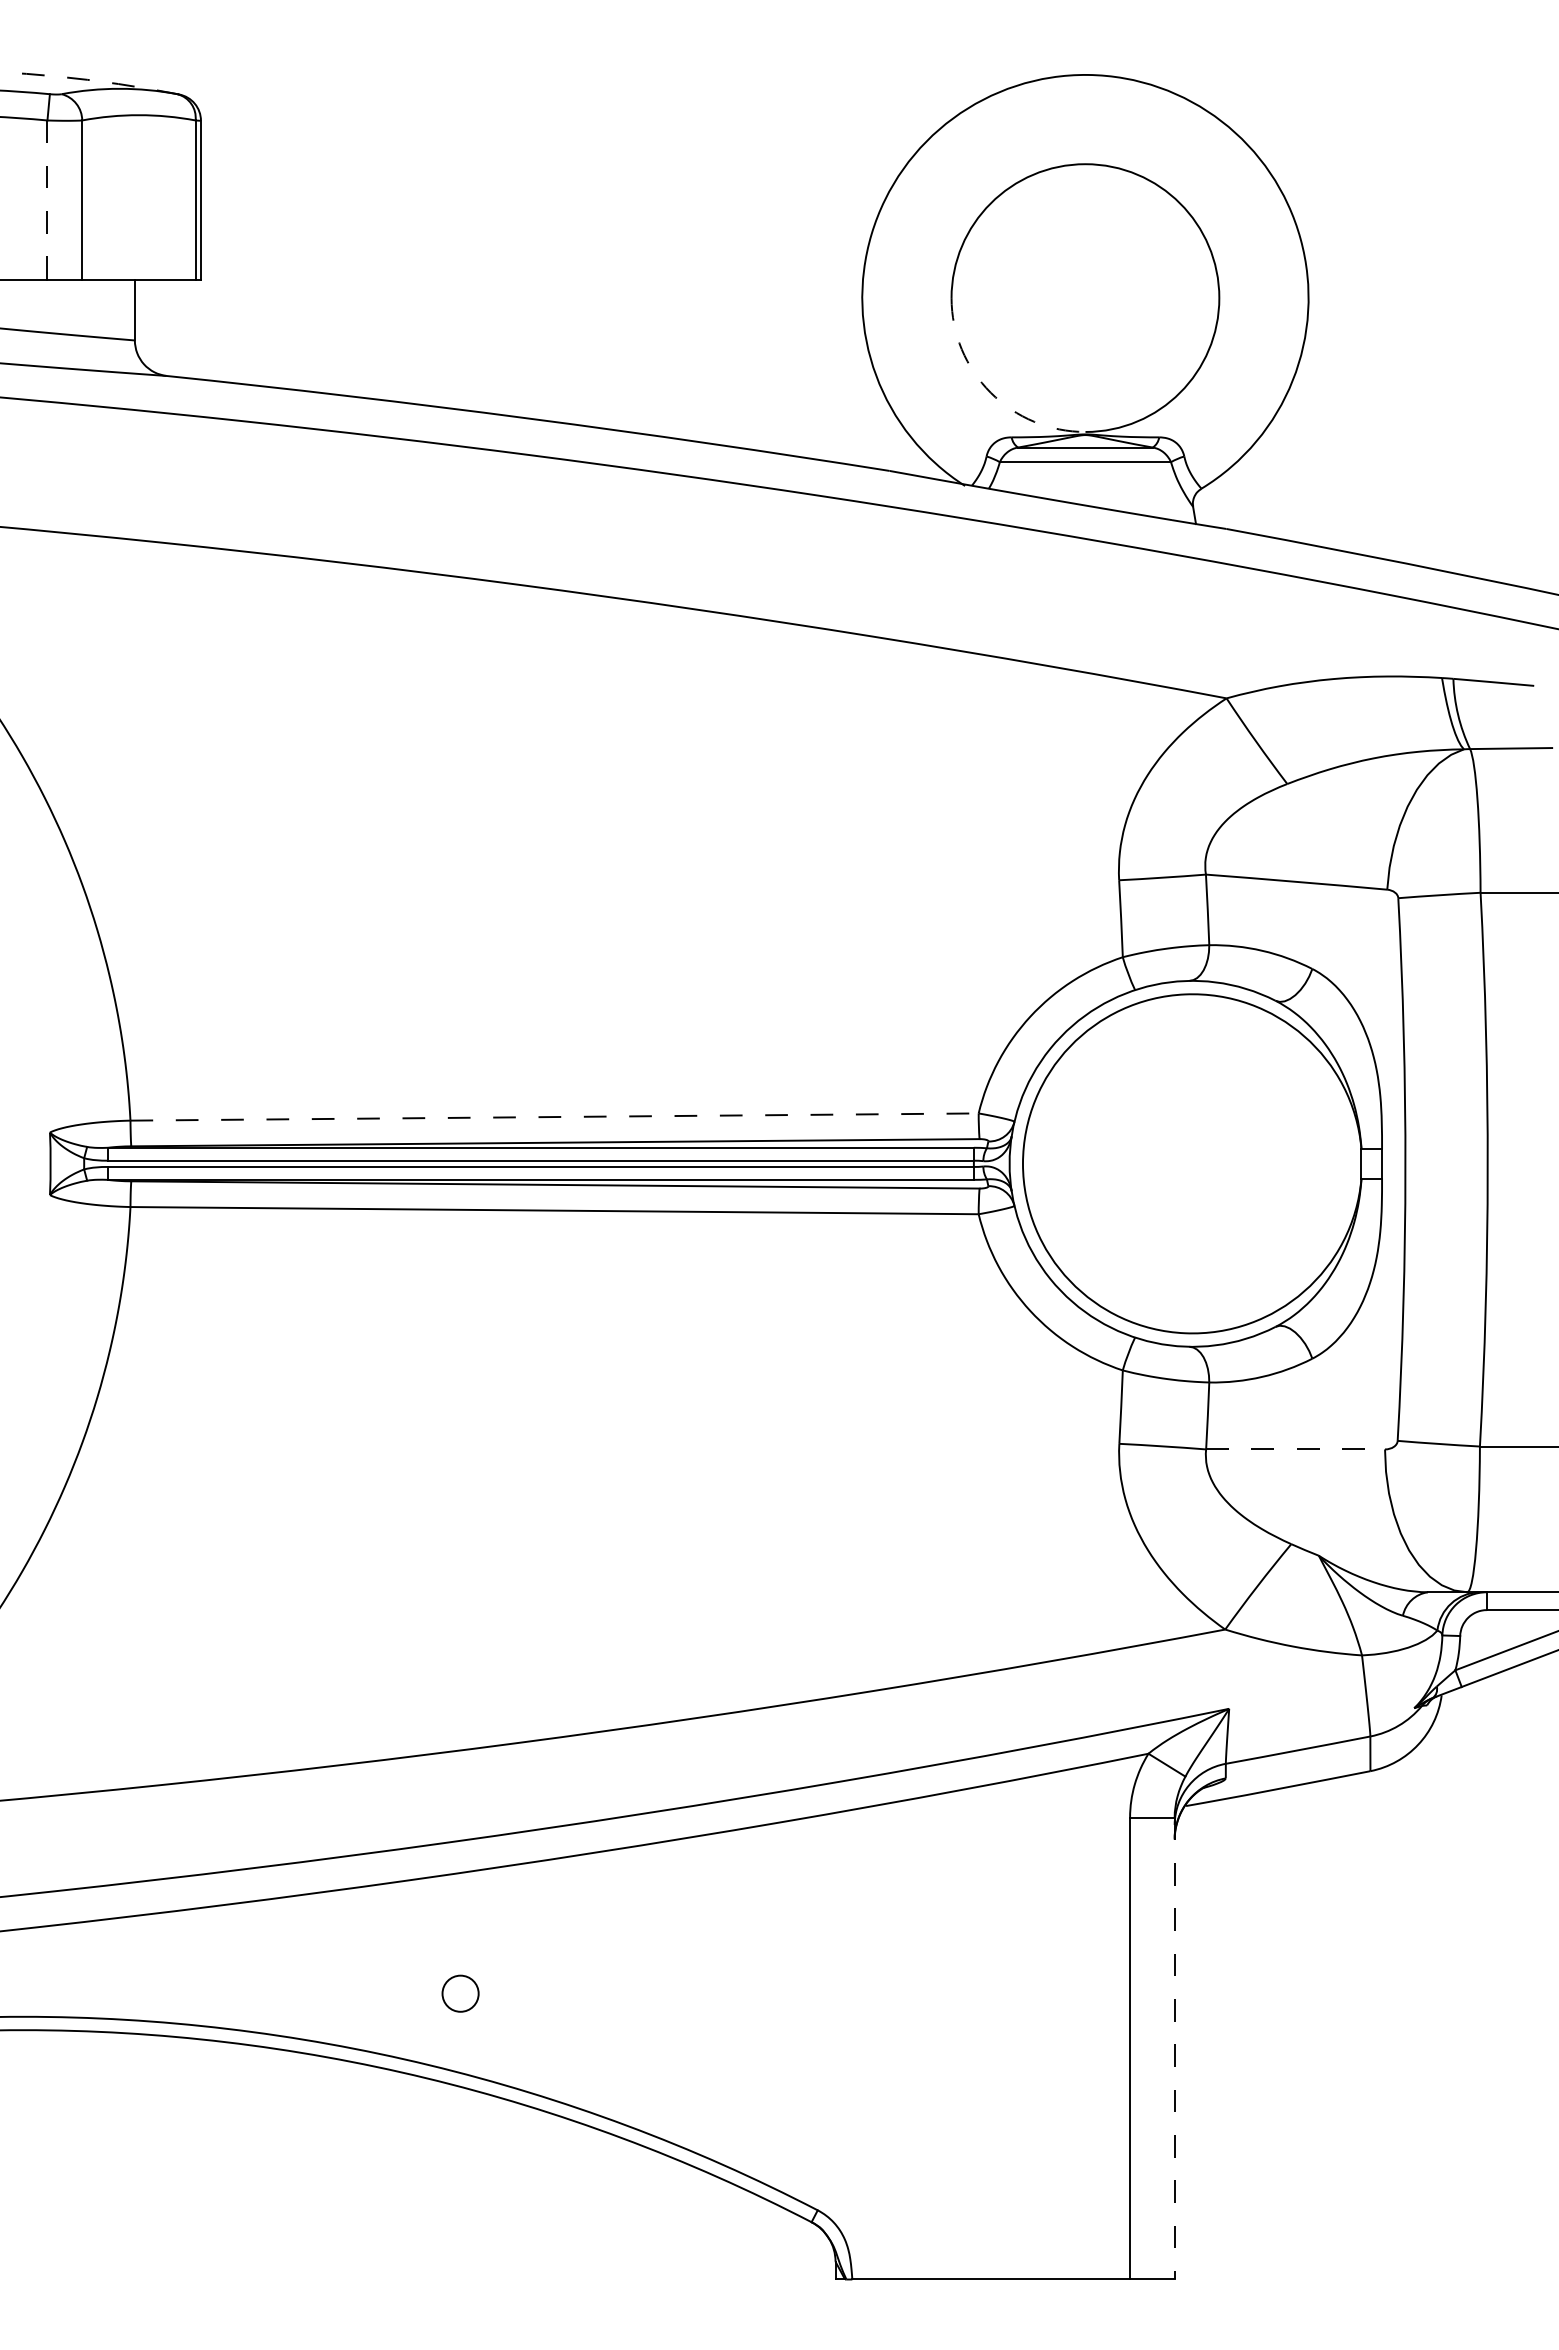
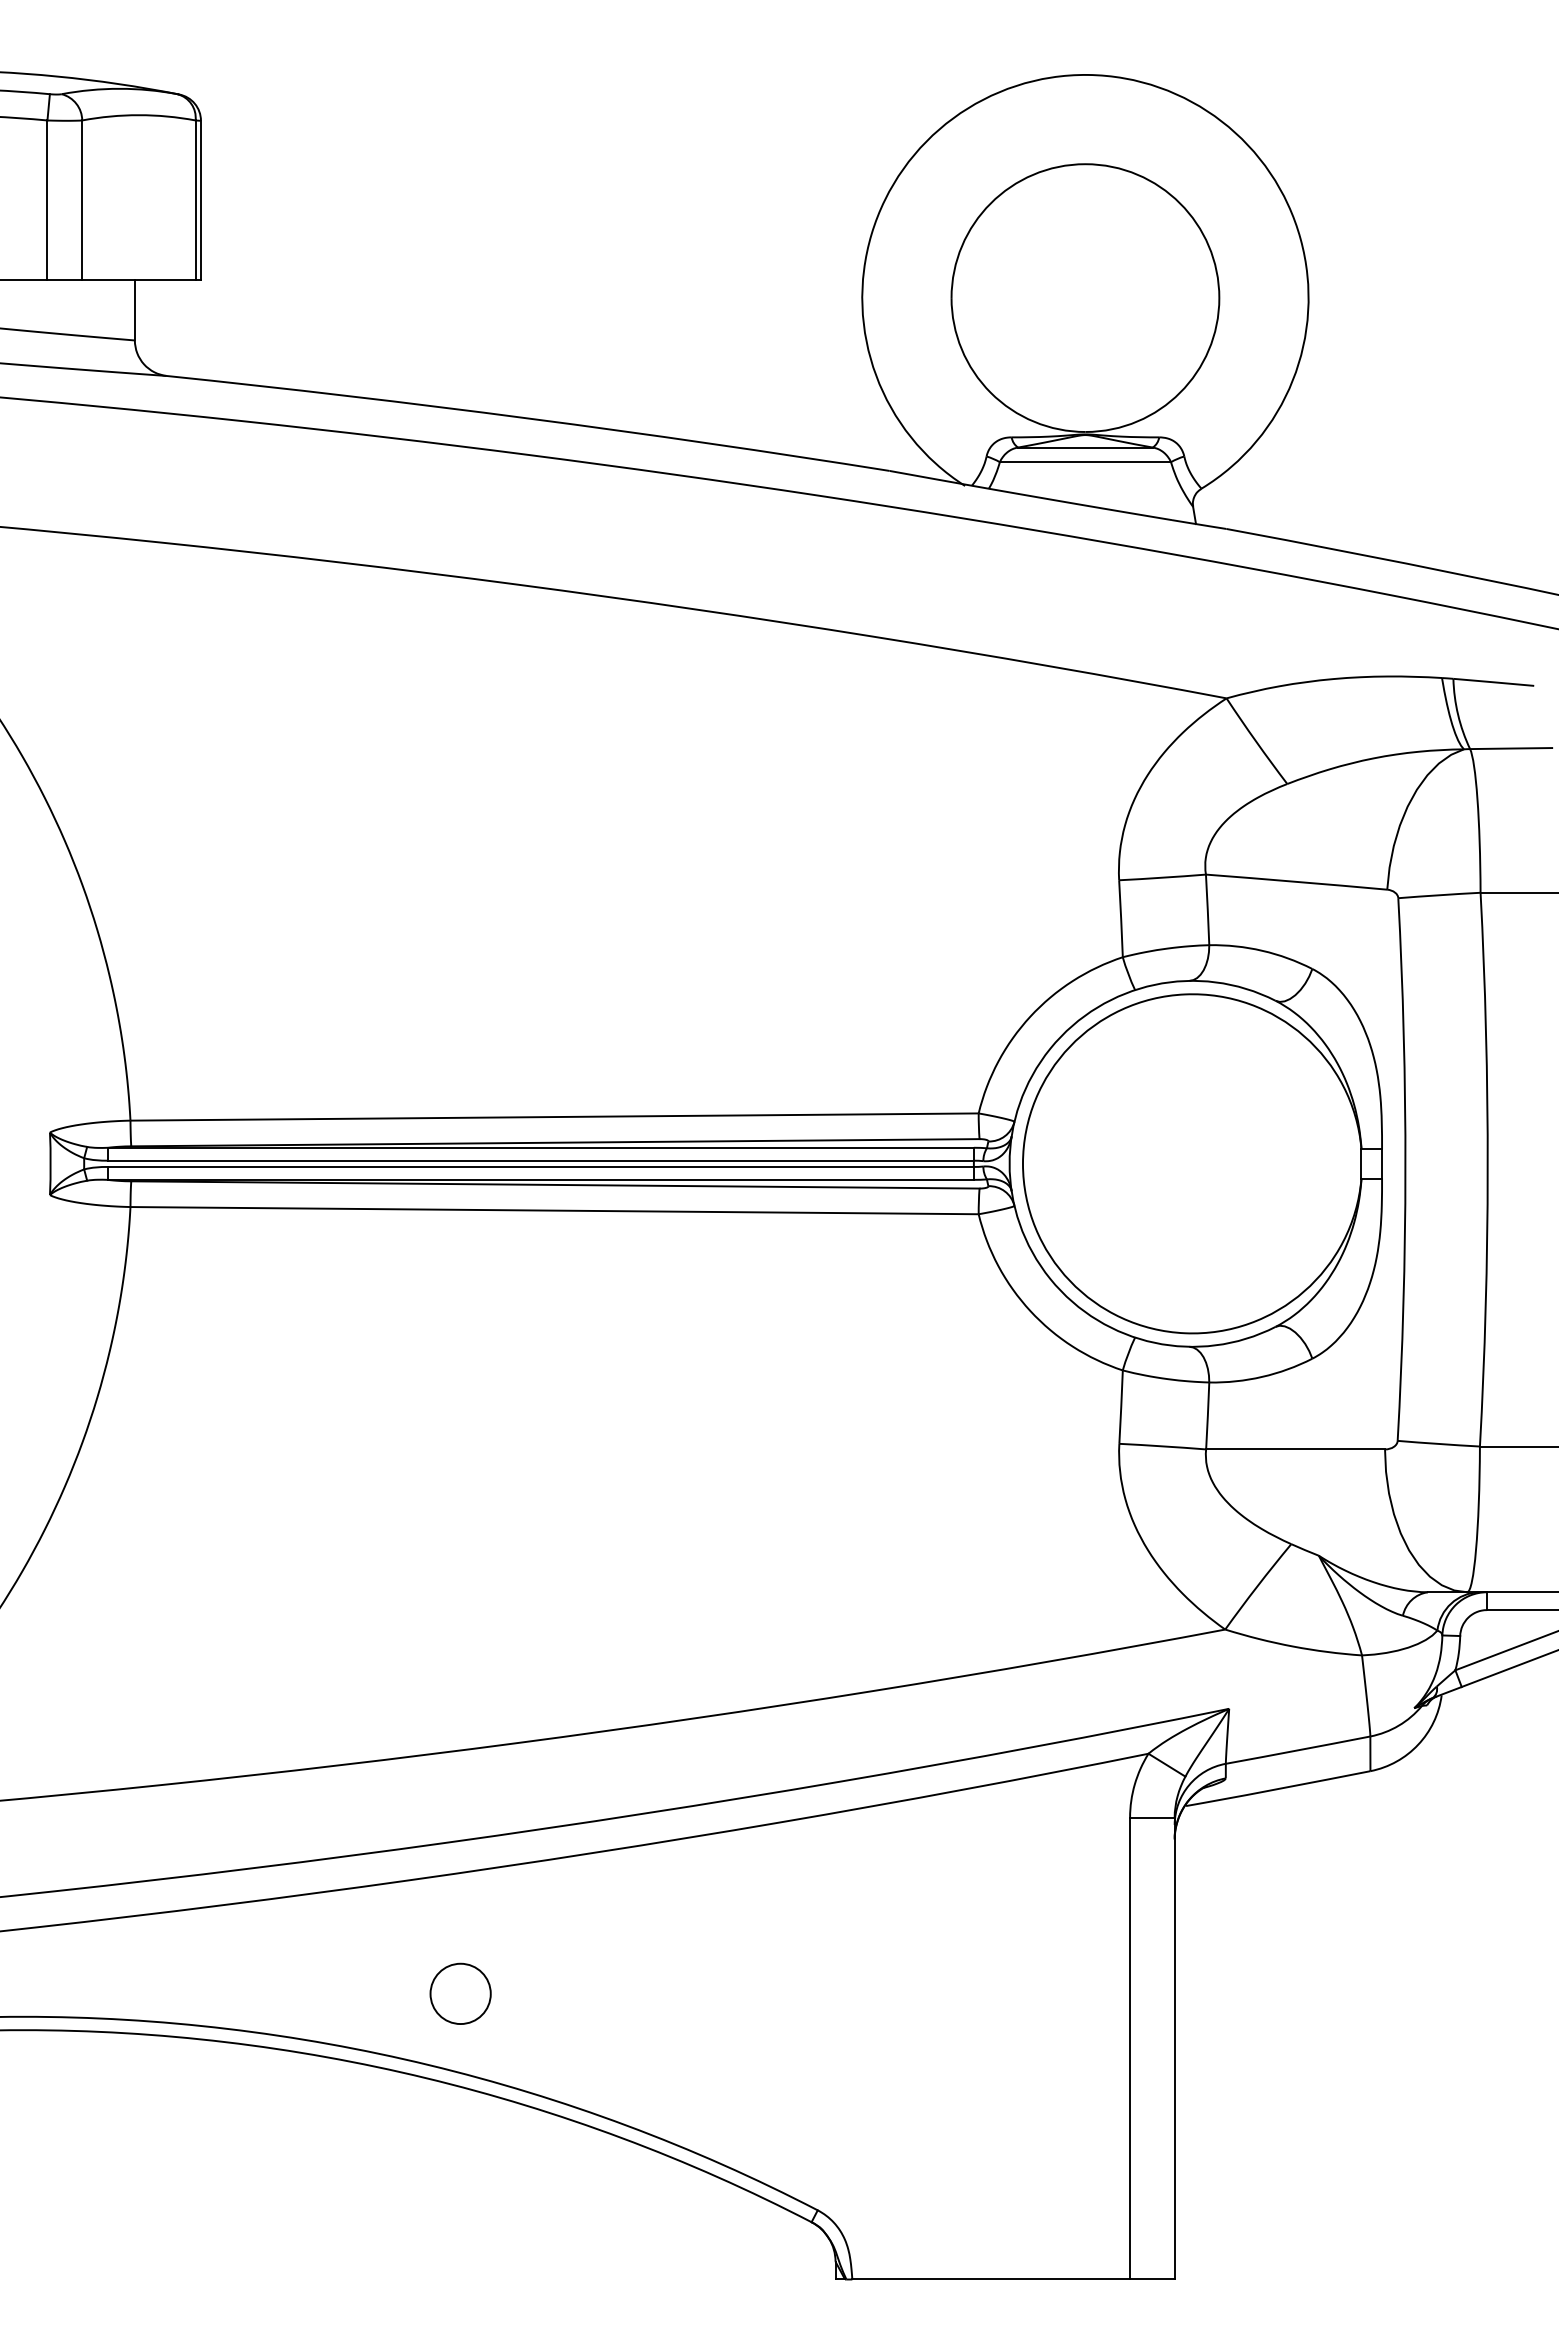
arc at (89, 80): dashed -> solid
line at (47, 200): dashed -> solid
arc at (990, 392): dashed -> solid
line at (552, 1117): dashed -> solid
line at (1296, 1449): dashed -> solid
circle at (460, 1993) size: 39x39 px -> 63x63 px
line at (1174, 2048): dashed -> solid
